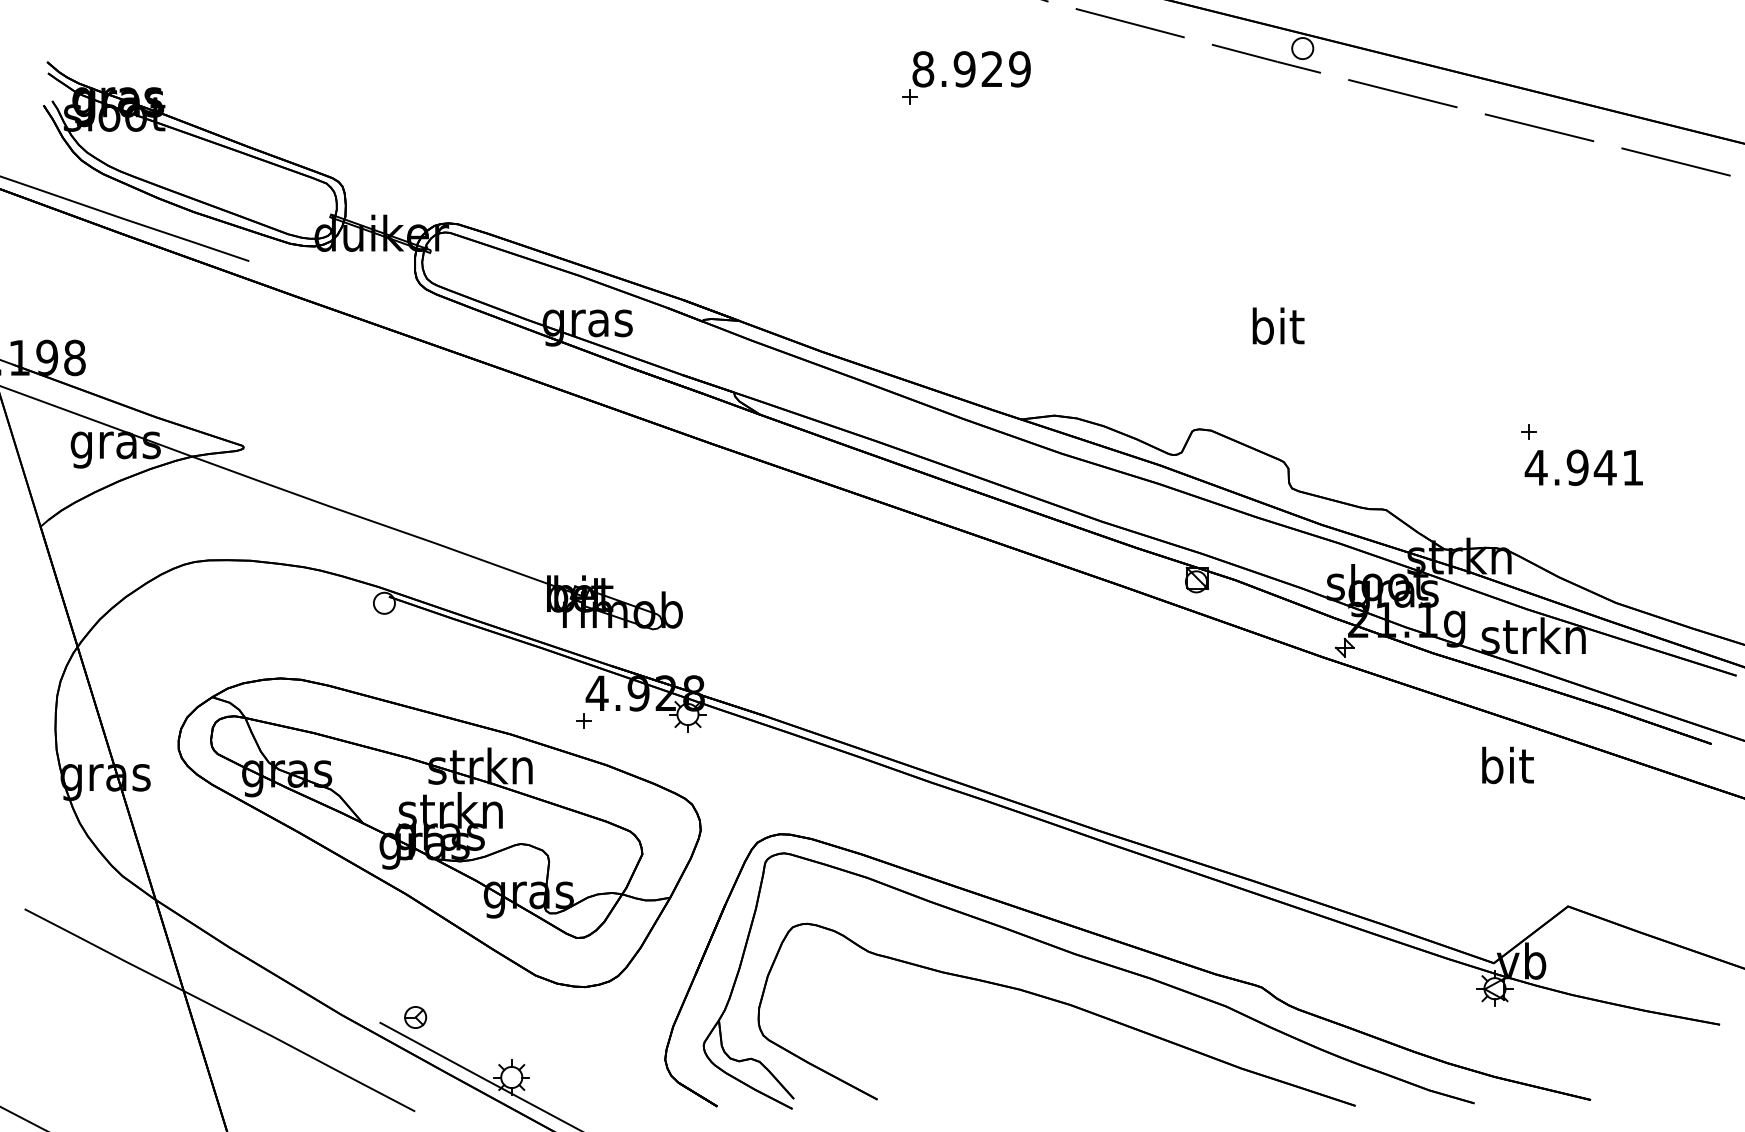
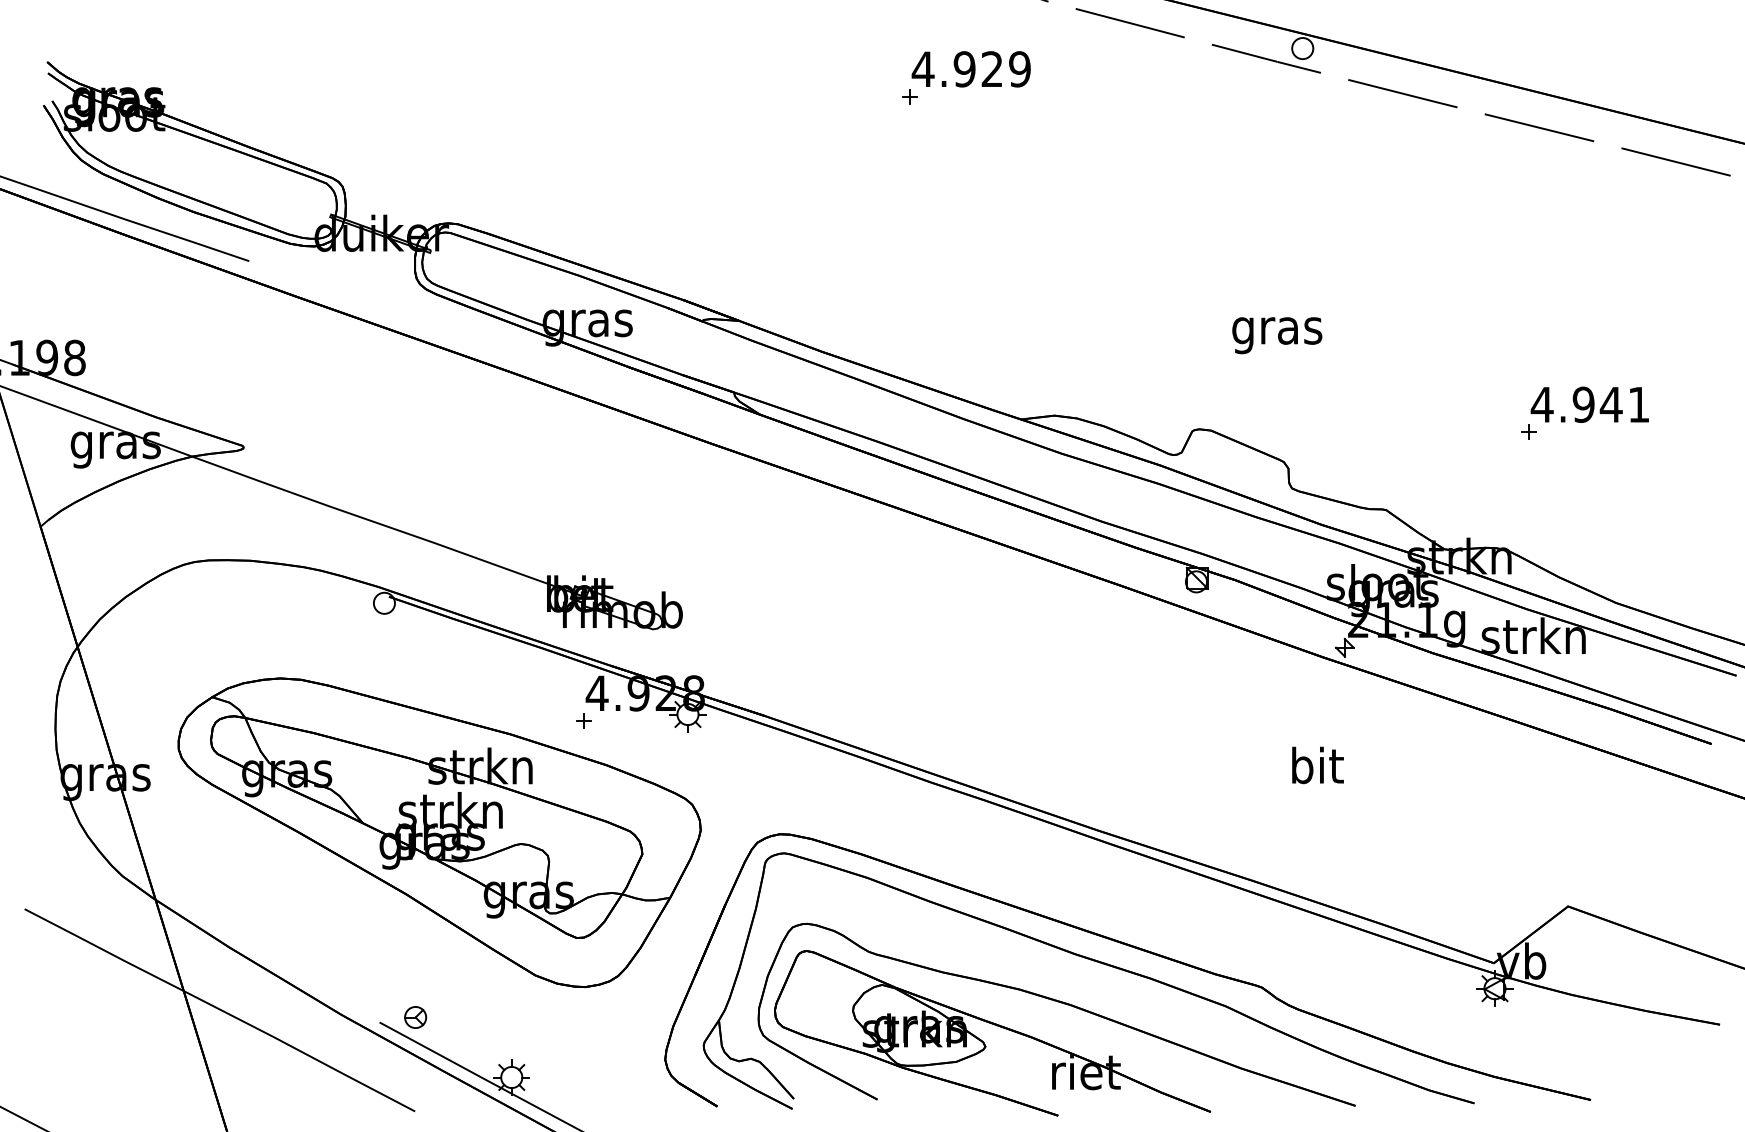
text at (922, 69): 8.929 -> 4.929
text at (1277, 330): bit -> gras
text at (1583, 467) position: (1583, 467) -> (1589, 404)
text at (1507, 765) position: (1507, 765) -> (1317, 765)
part at (994, 1025): none -> present
